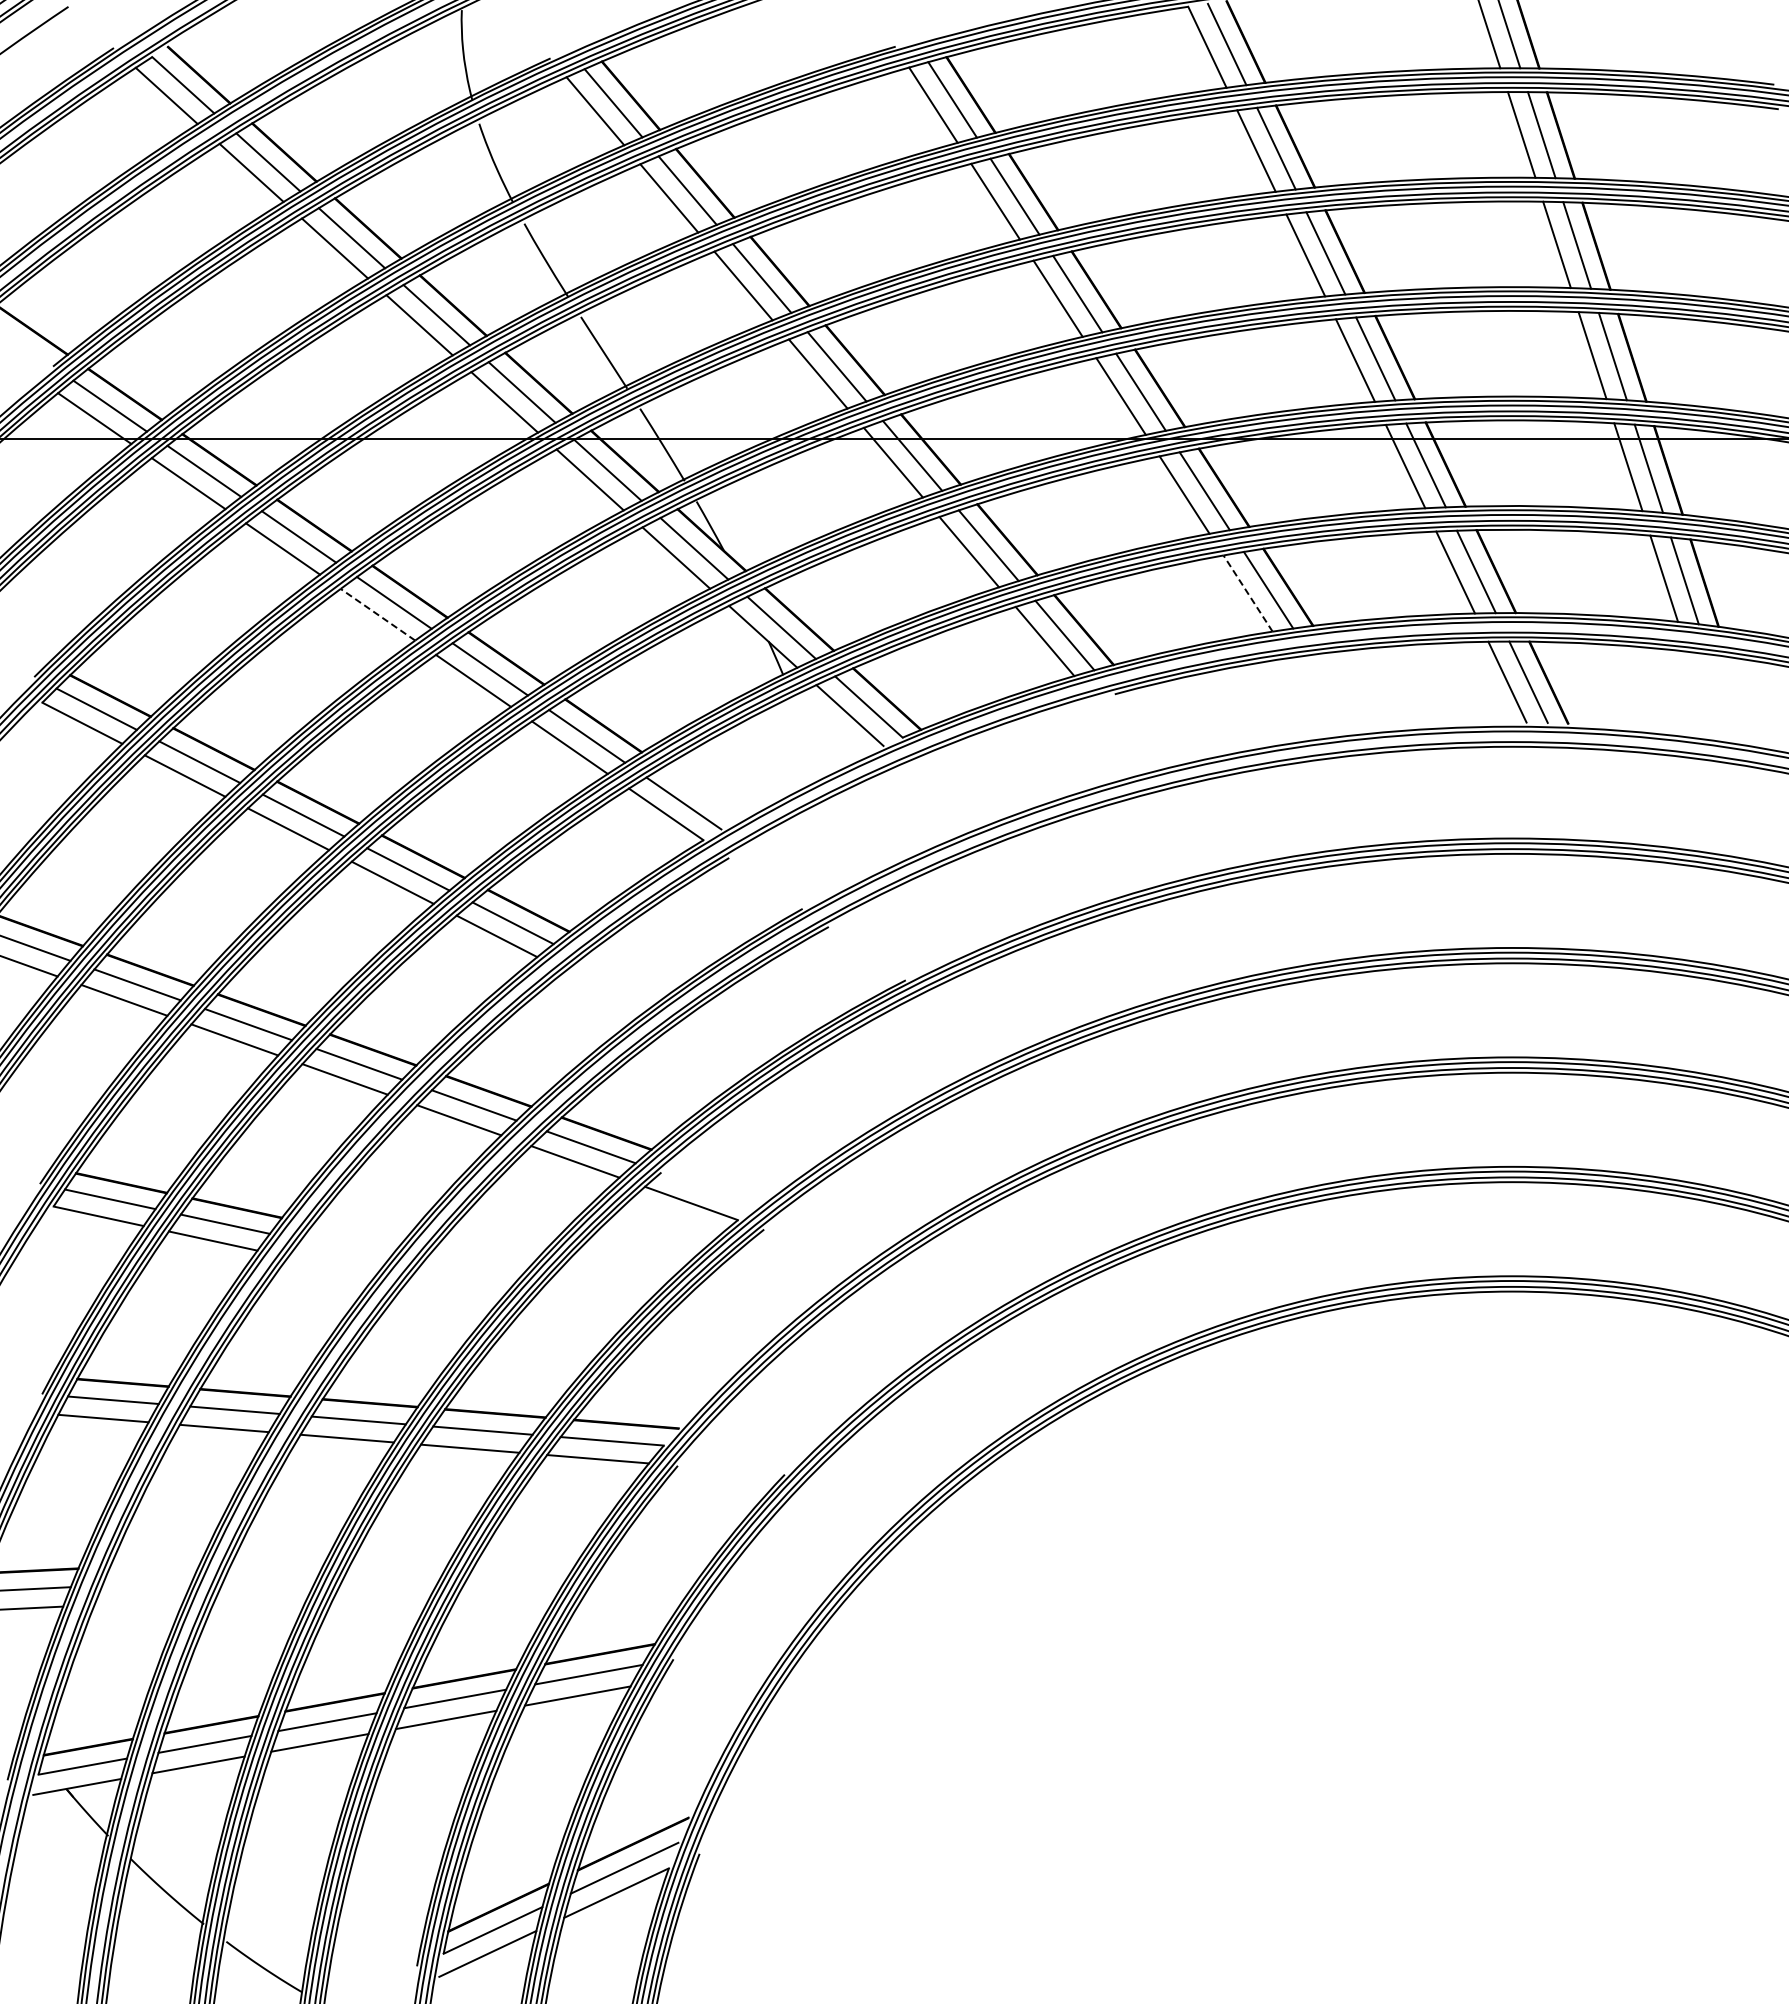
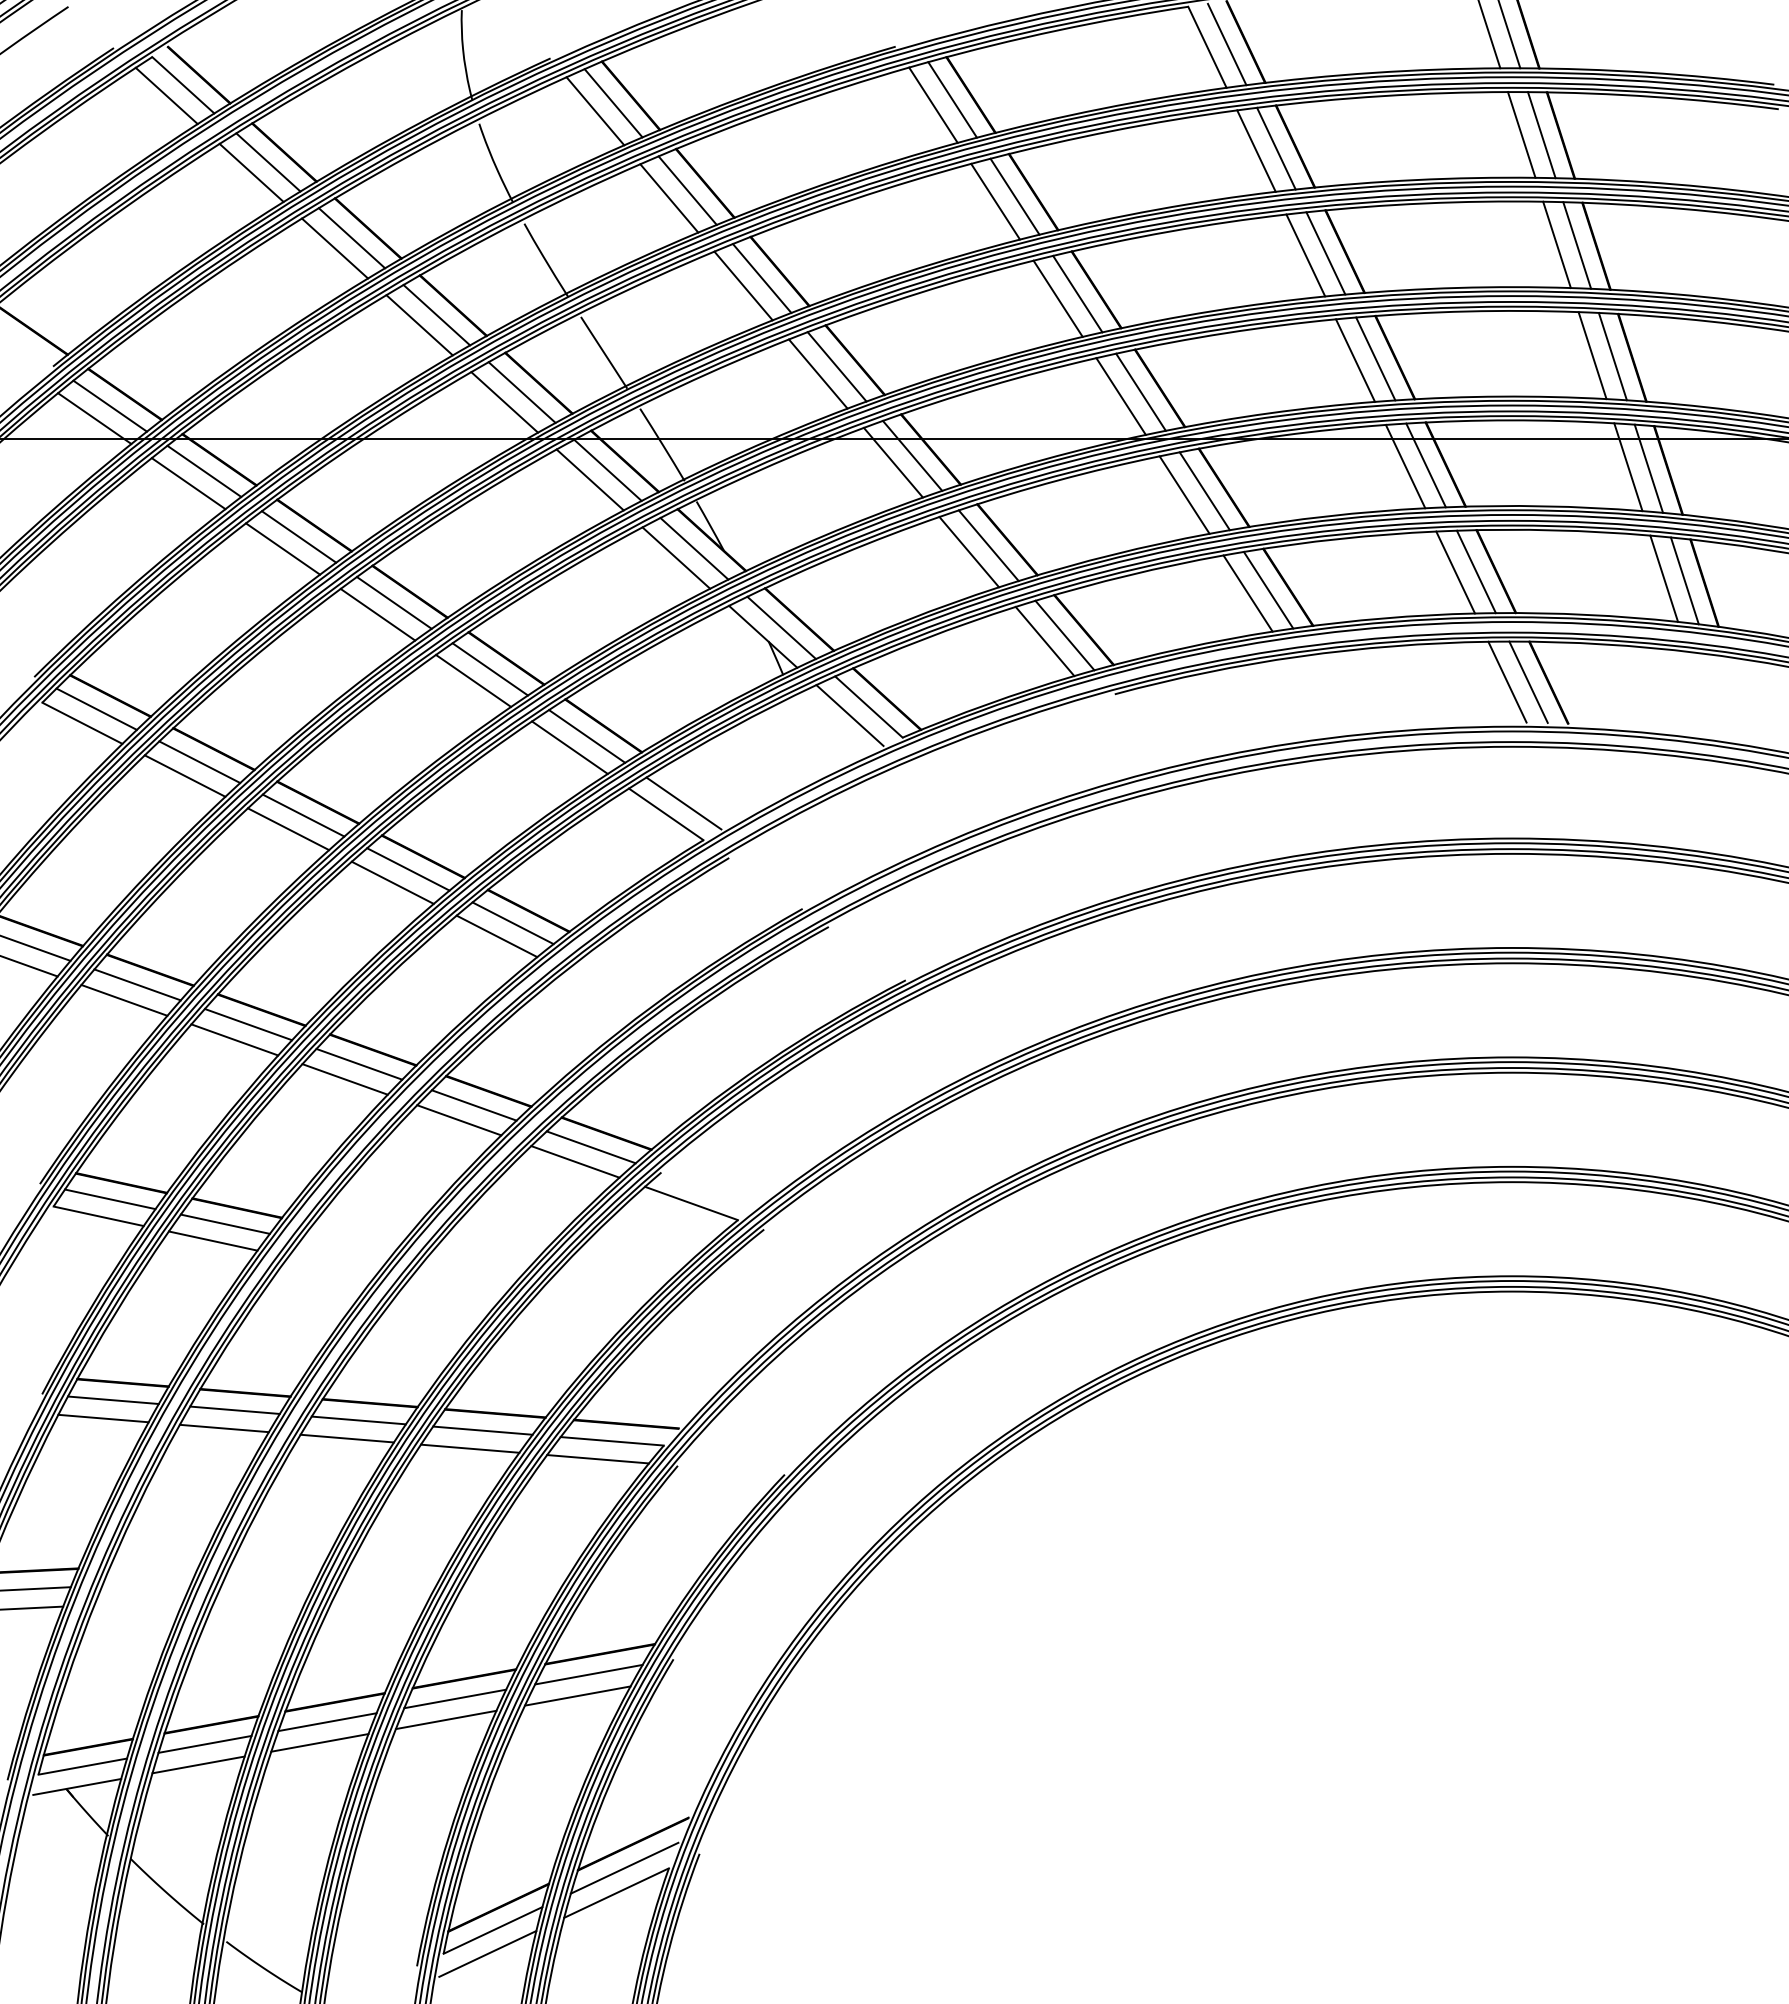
line at (1247, 593): dashed -> solid
line at (377, 614): dashed -> solid
